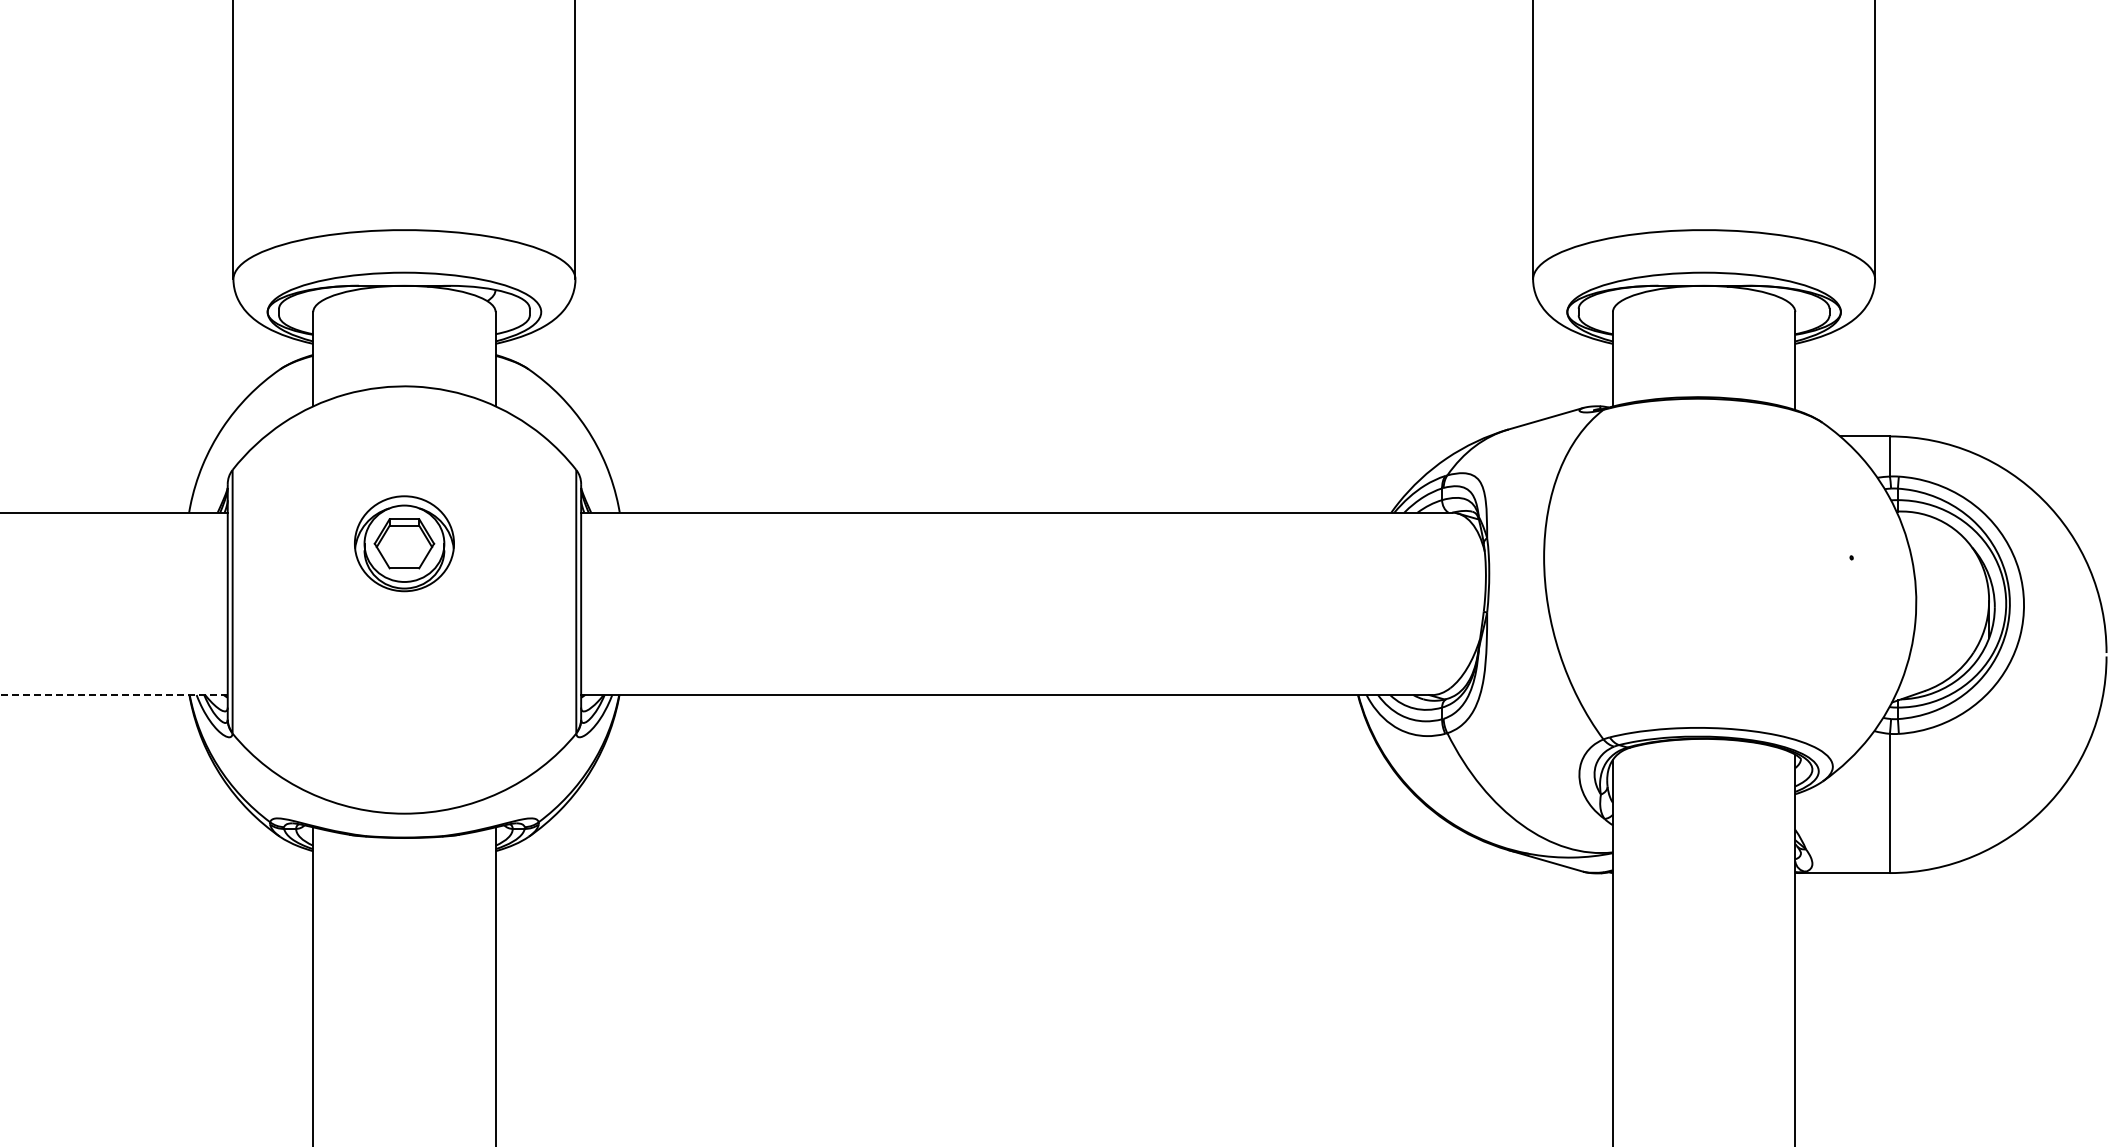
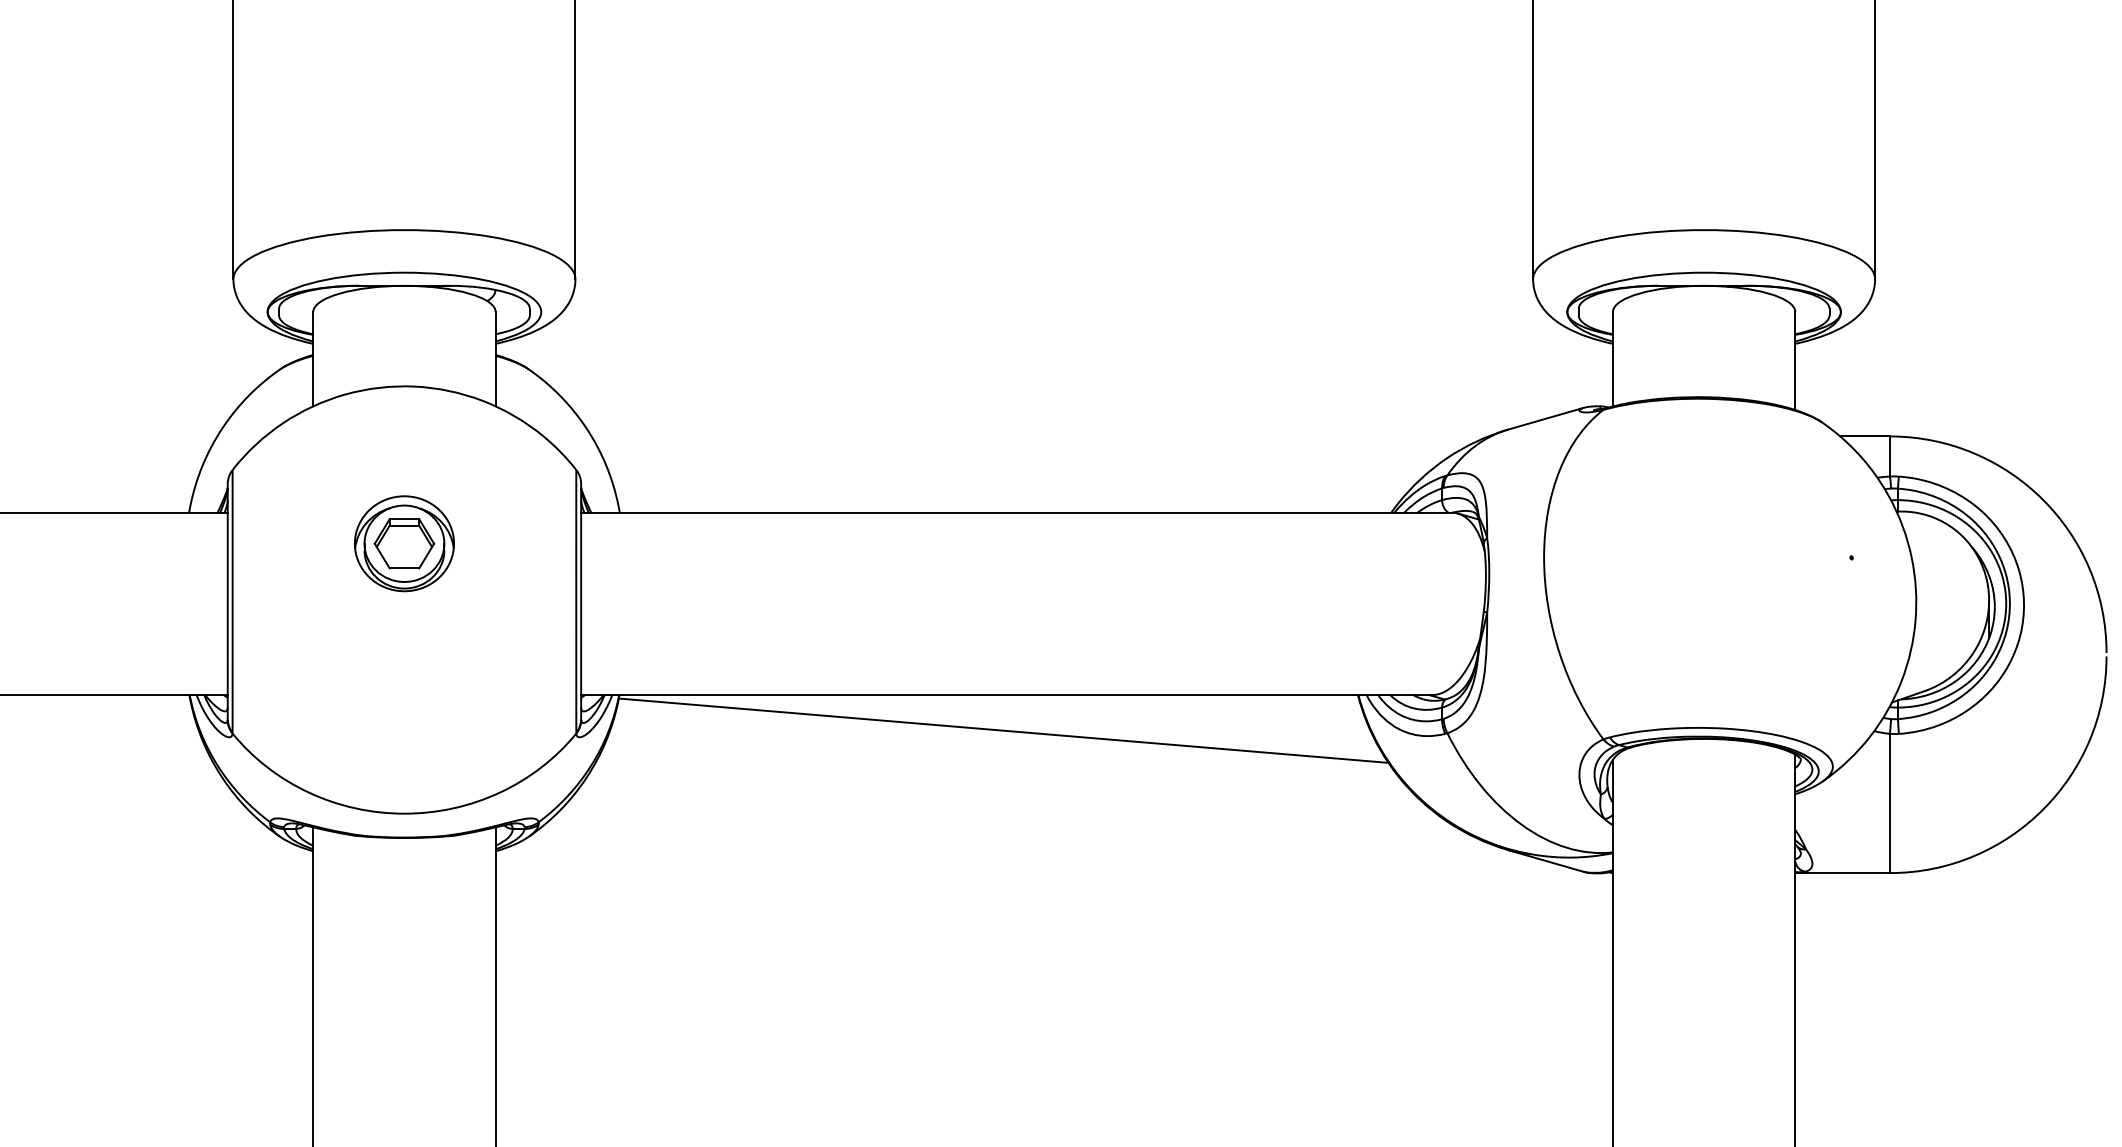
line at (113, 695): dashed -> solid
line at (1003, 730): none -> present
